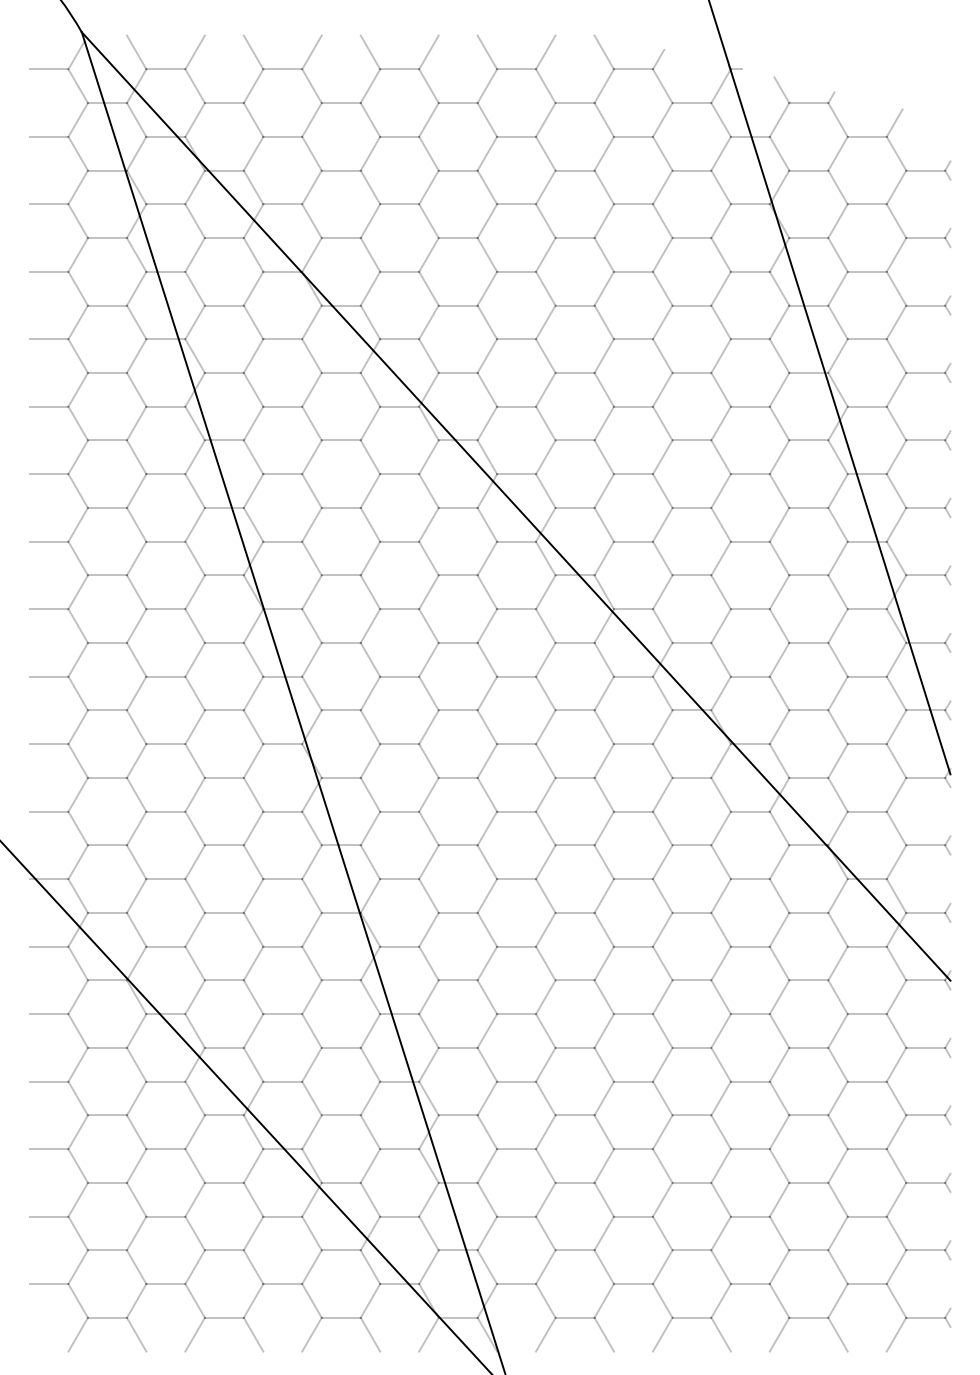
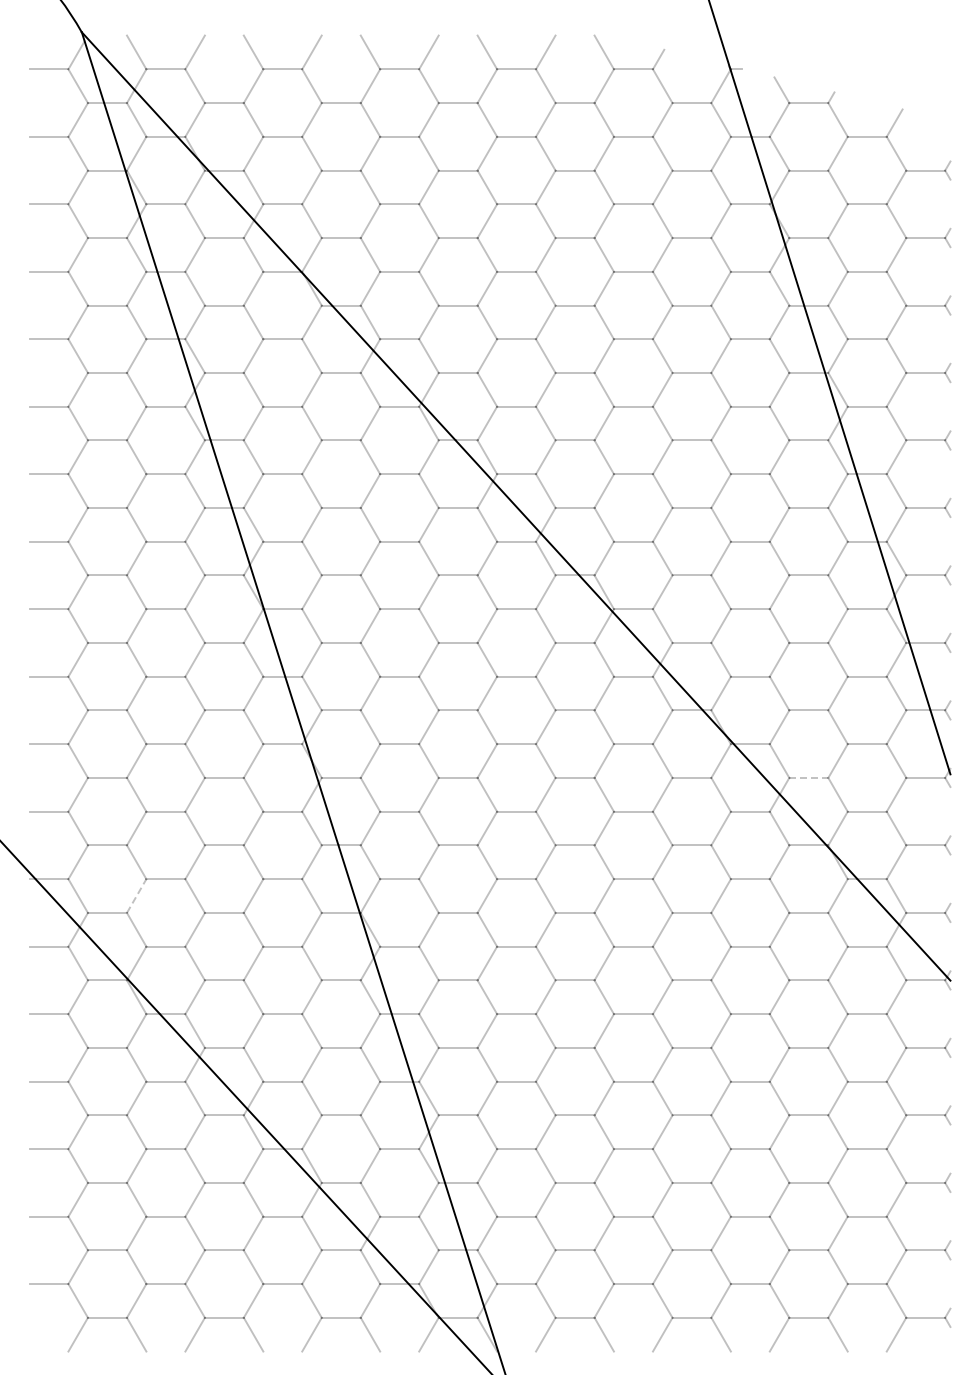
line at (808, 777): solid -> dashed
line at (136, 895): solid -> dashed
